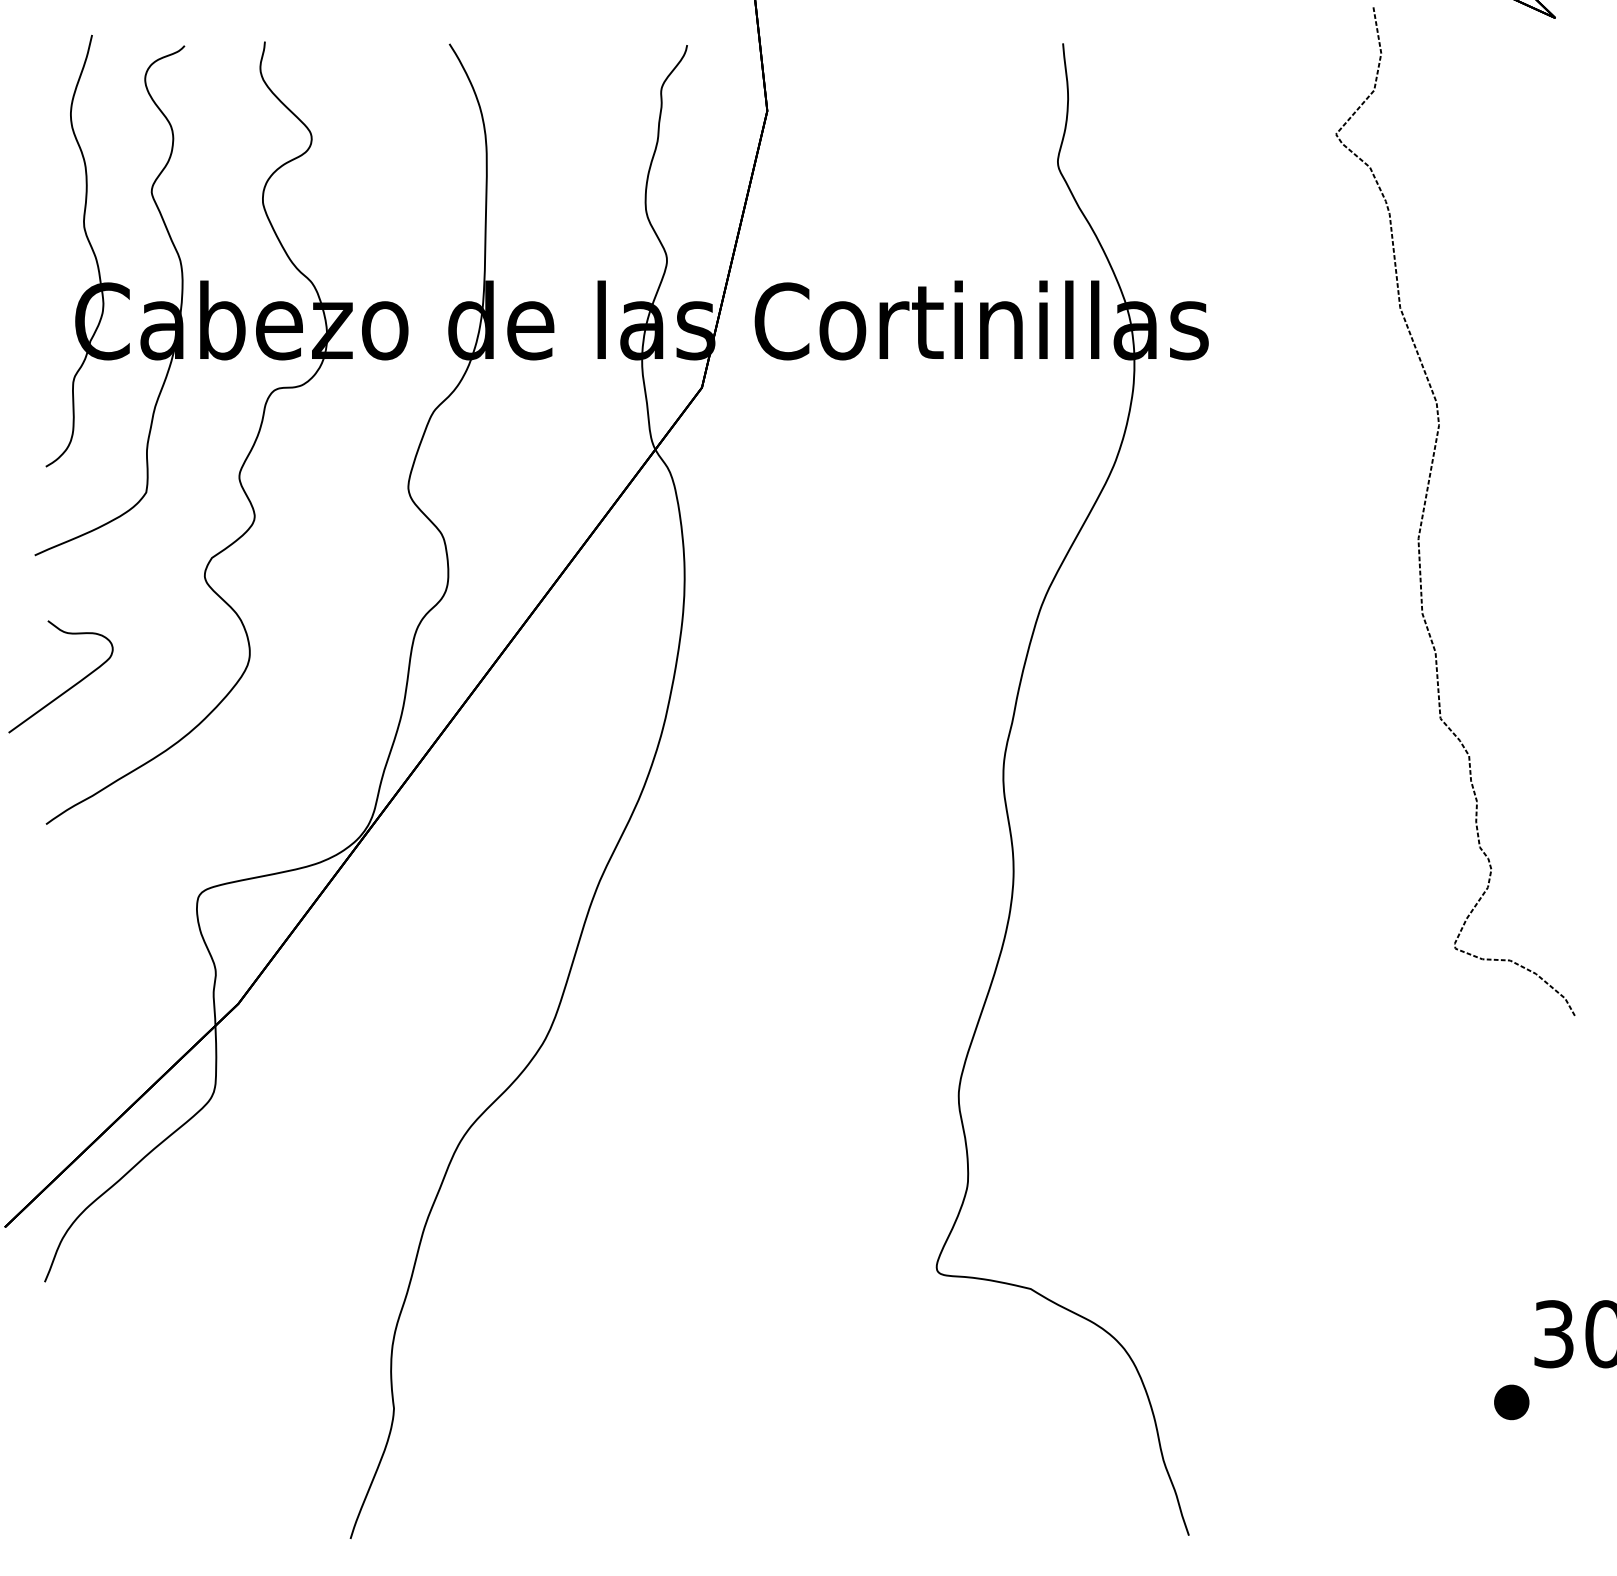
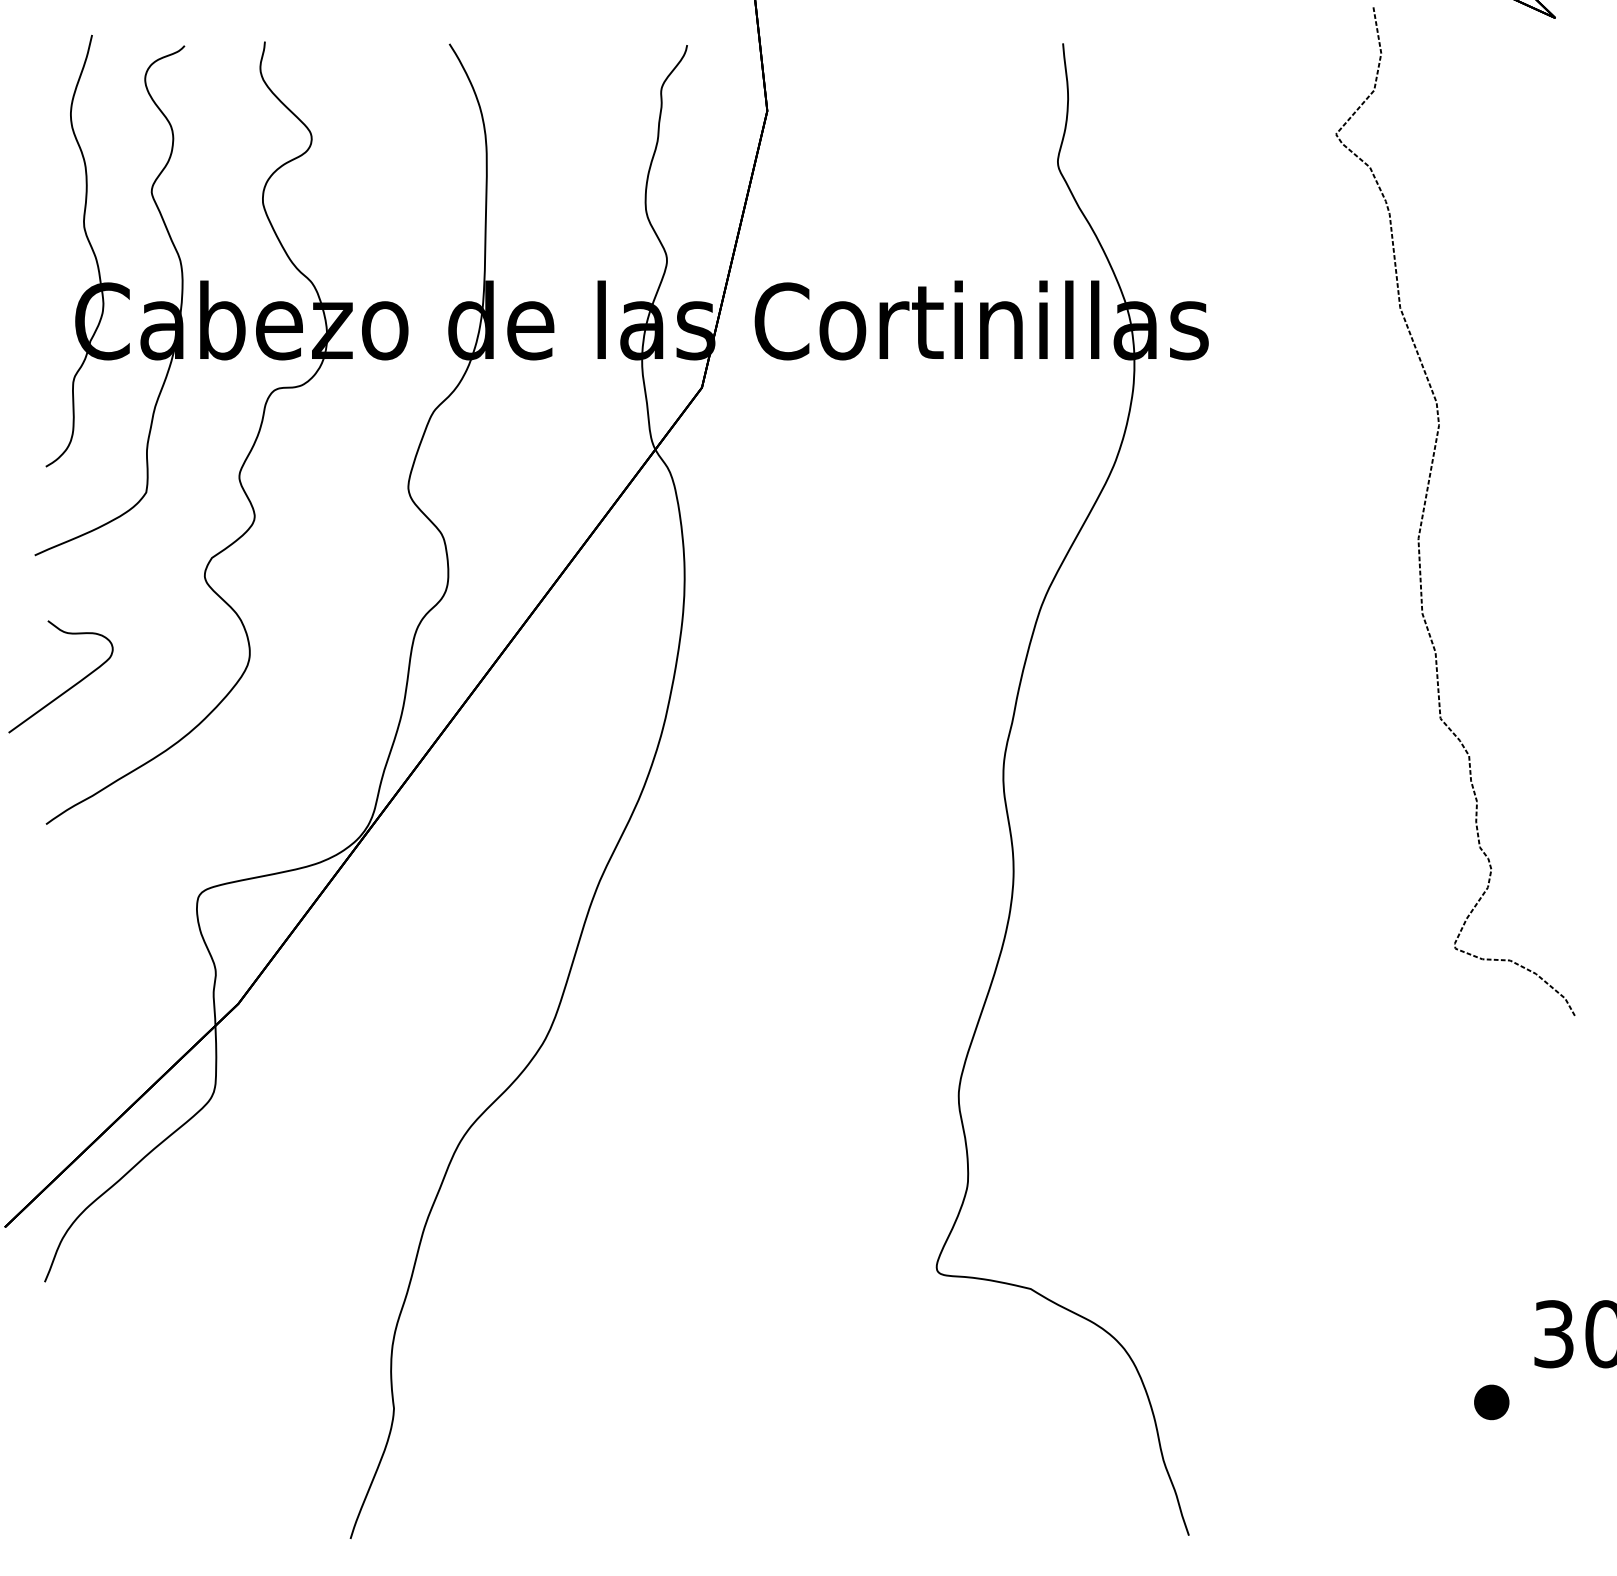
part at (1511, 1402) position: (1511, 1402) -> (1491, 1402)
